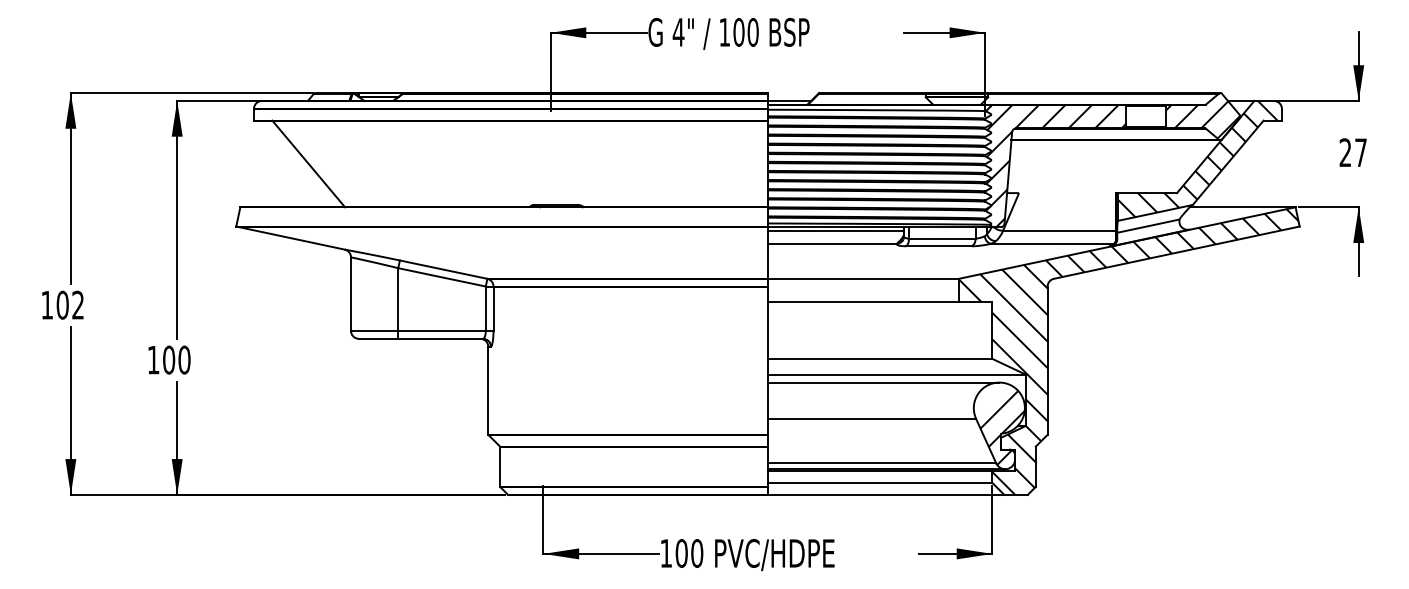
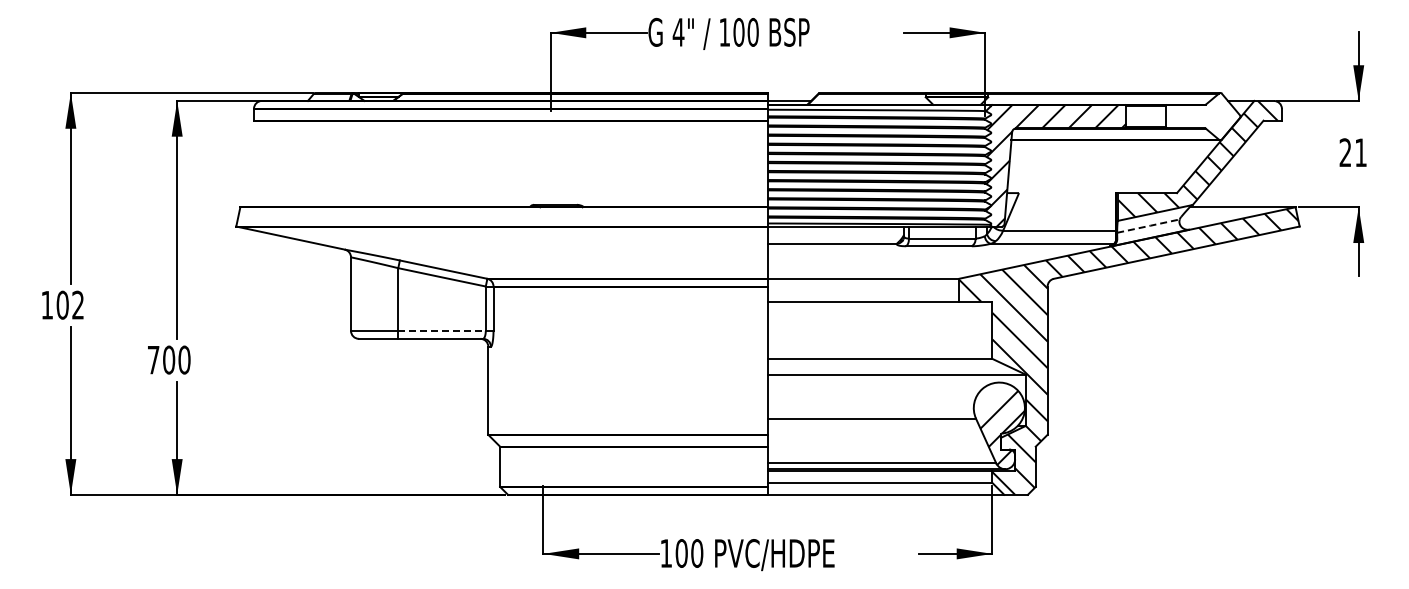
hatch at (1202, 119): present -> none
text at (1360, 152): 27 -> 21
line at (308, 163): present -> none
line at (1148, 226): solid -> dashed
line at (835, 230): present -> none
line at (442, 330): solid -> dashed
text at (153, 360): 100 -> 700
line at (883, 382): present -> none
